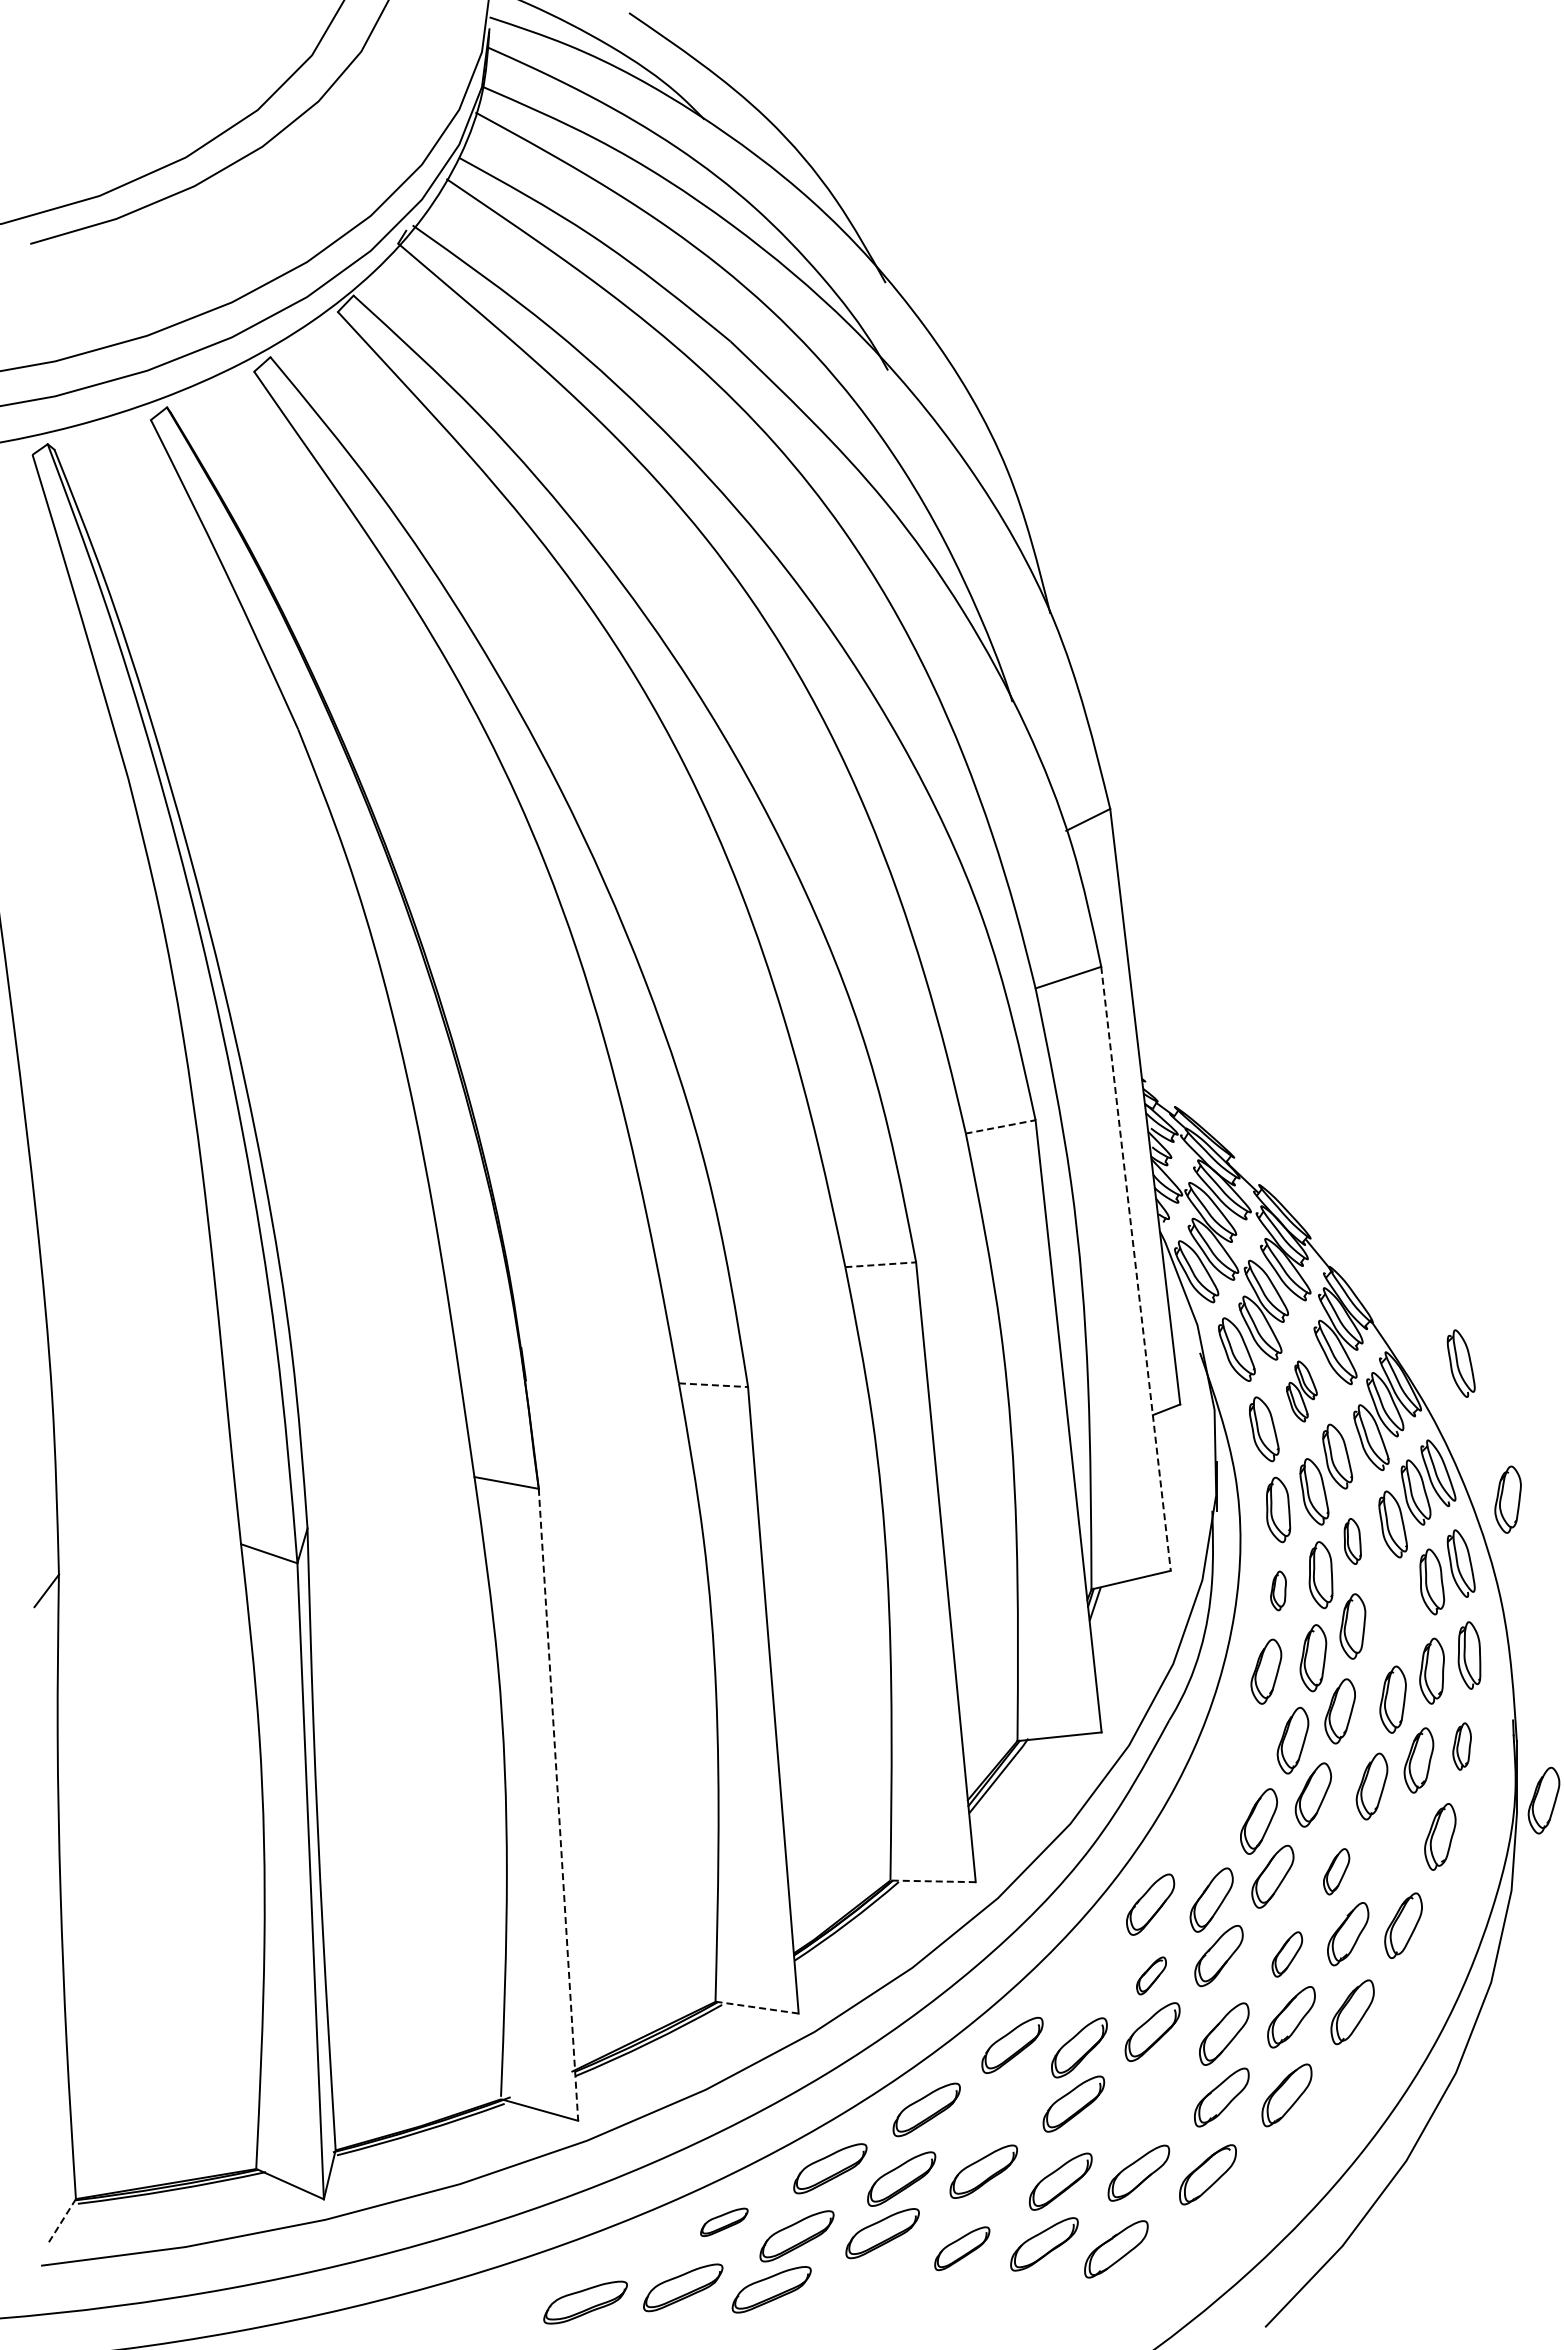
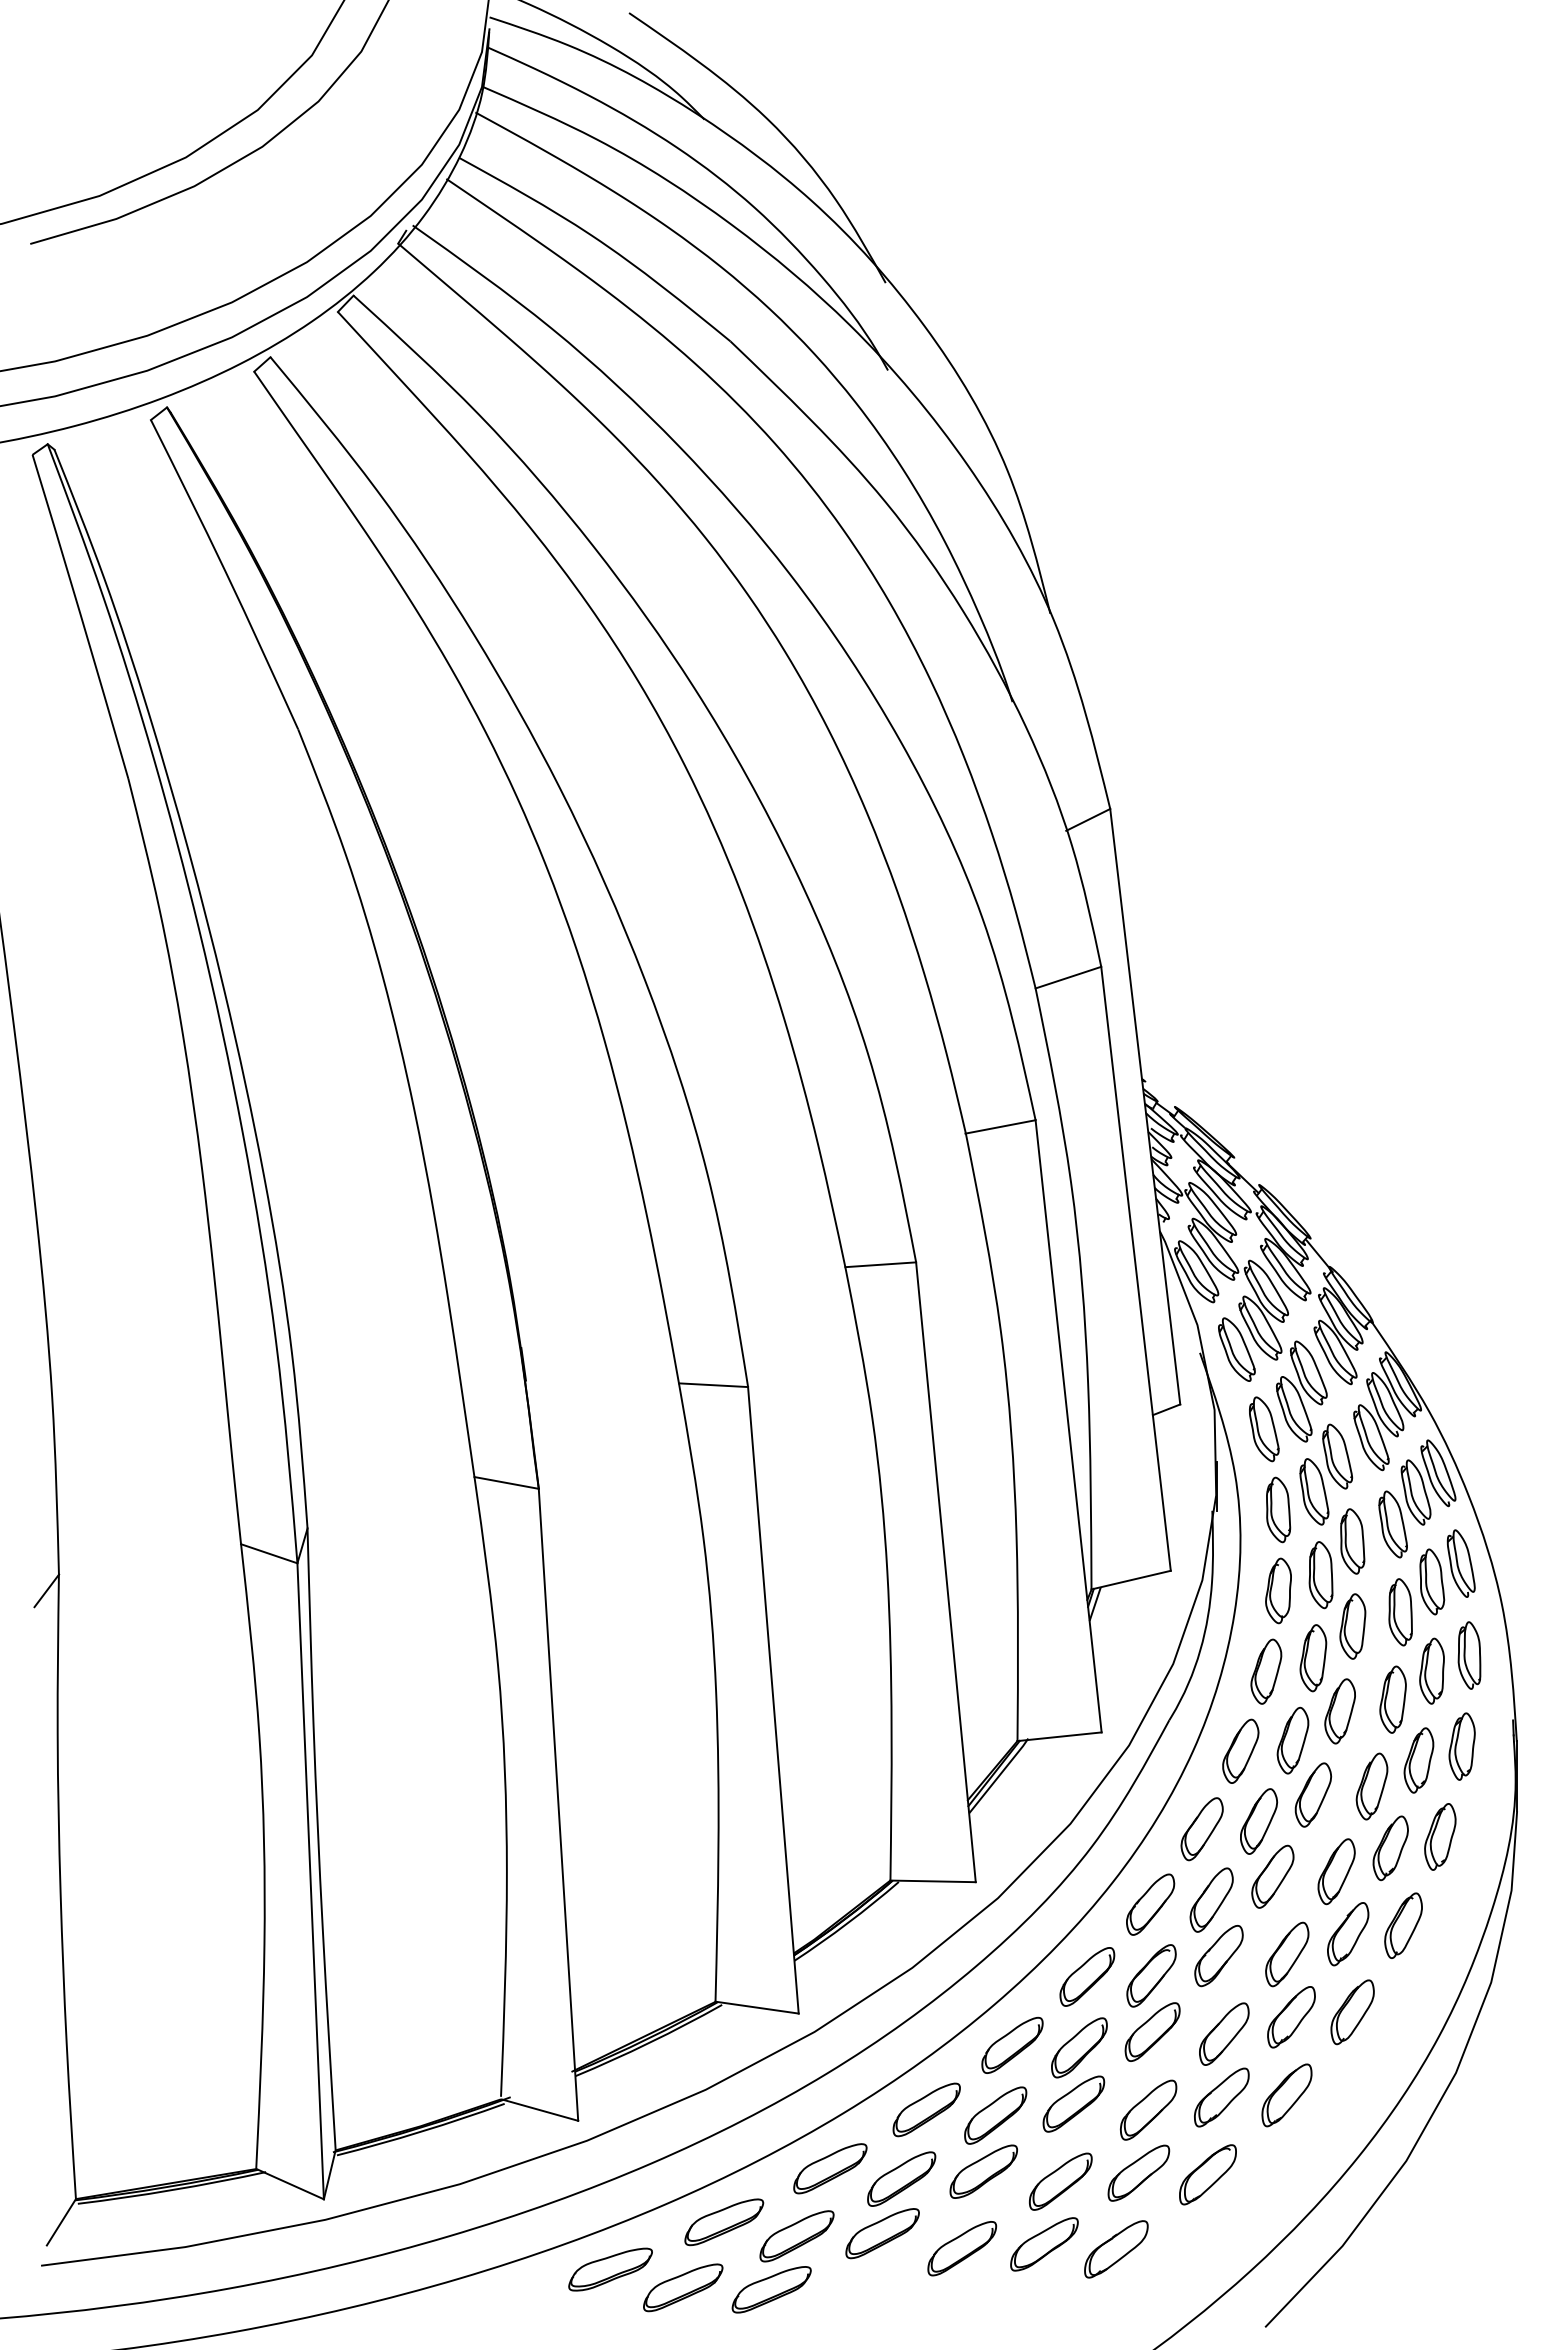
line at (1000, 1126): dashed -> solid
line at (881, 1264): dashed -> solid
line at (1136, 1268): dashed -> solid
part at (1460, 1363): present -> none
line at (713, 1385): dashed -> solid
part at (1301, 1391) size: 32x63 px -> 52x103 px
part at (1507, 1499): present -> none
part at (1352, 1541) size: 19x47 px -> 26x67 px
part at (1278, 1590) size: 17x42 px -> 27x68 px
part at (1400, 1612): none -> present
part at (1461, 1746) size: 20x49 px -> 28x69 px
part at (1240, 1750): none -> present
part at (1543, 1800): present -> none
line at (558, 1804): dashed -> solid
part at (1201, 1829): none -> present
part at (1390, 1848): none -> present
part at (1336, 1871) size: 28x48 px -> 39x68 px
line at (933, 1881): dashed -> solid
part at (1287, 1954) size: 33x47 px -> 45x67 px
part at (1151, 1975) size: 31x40 px -> 51x64 px
part at (1087, 1976): none -> present
line at (756, 2007): dashed -> solid
part at (1148, 2109): none -> present
part at (995, 2115): none -> present
part at (724, 2221) size: 49x30 px -> 81x49 px
line at (61, 2222): dashed -> solid
part at (962, 2248) size: 57x46 px -> 71x56 px
part at (585, 2302) position: (585, 2302) -> (610, 2269)
